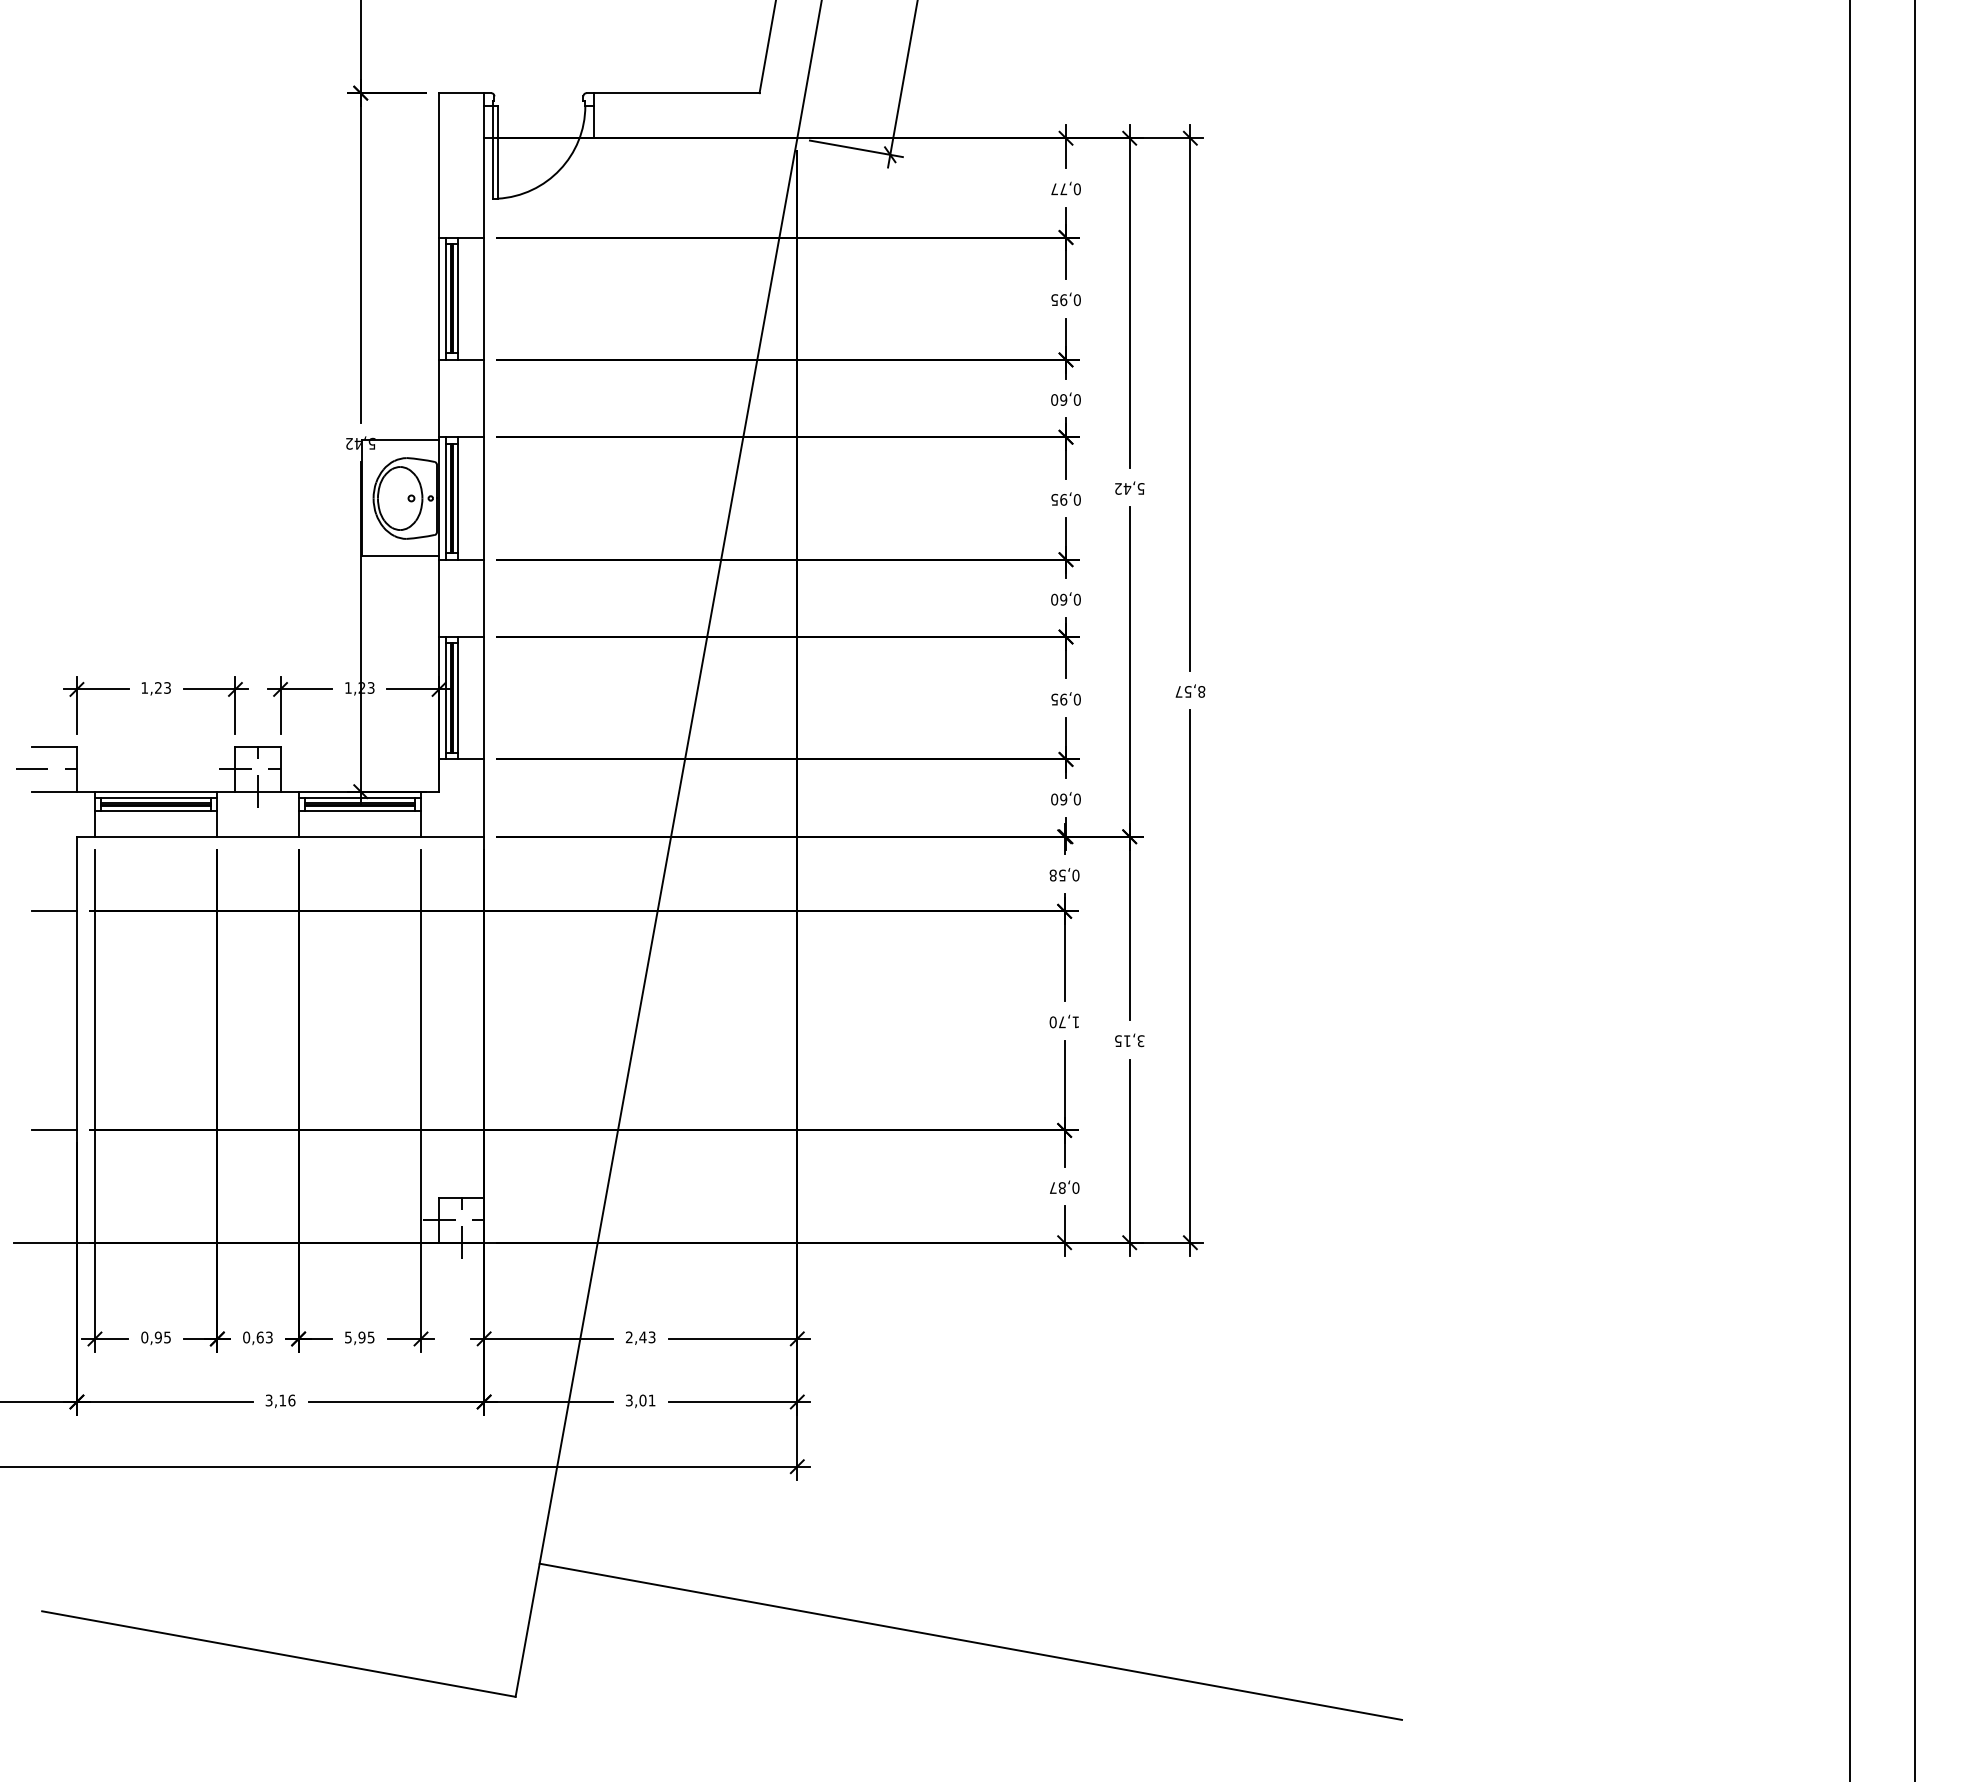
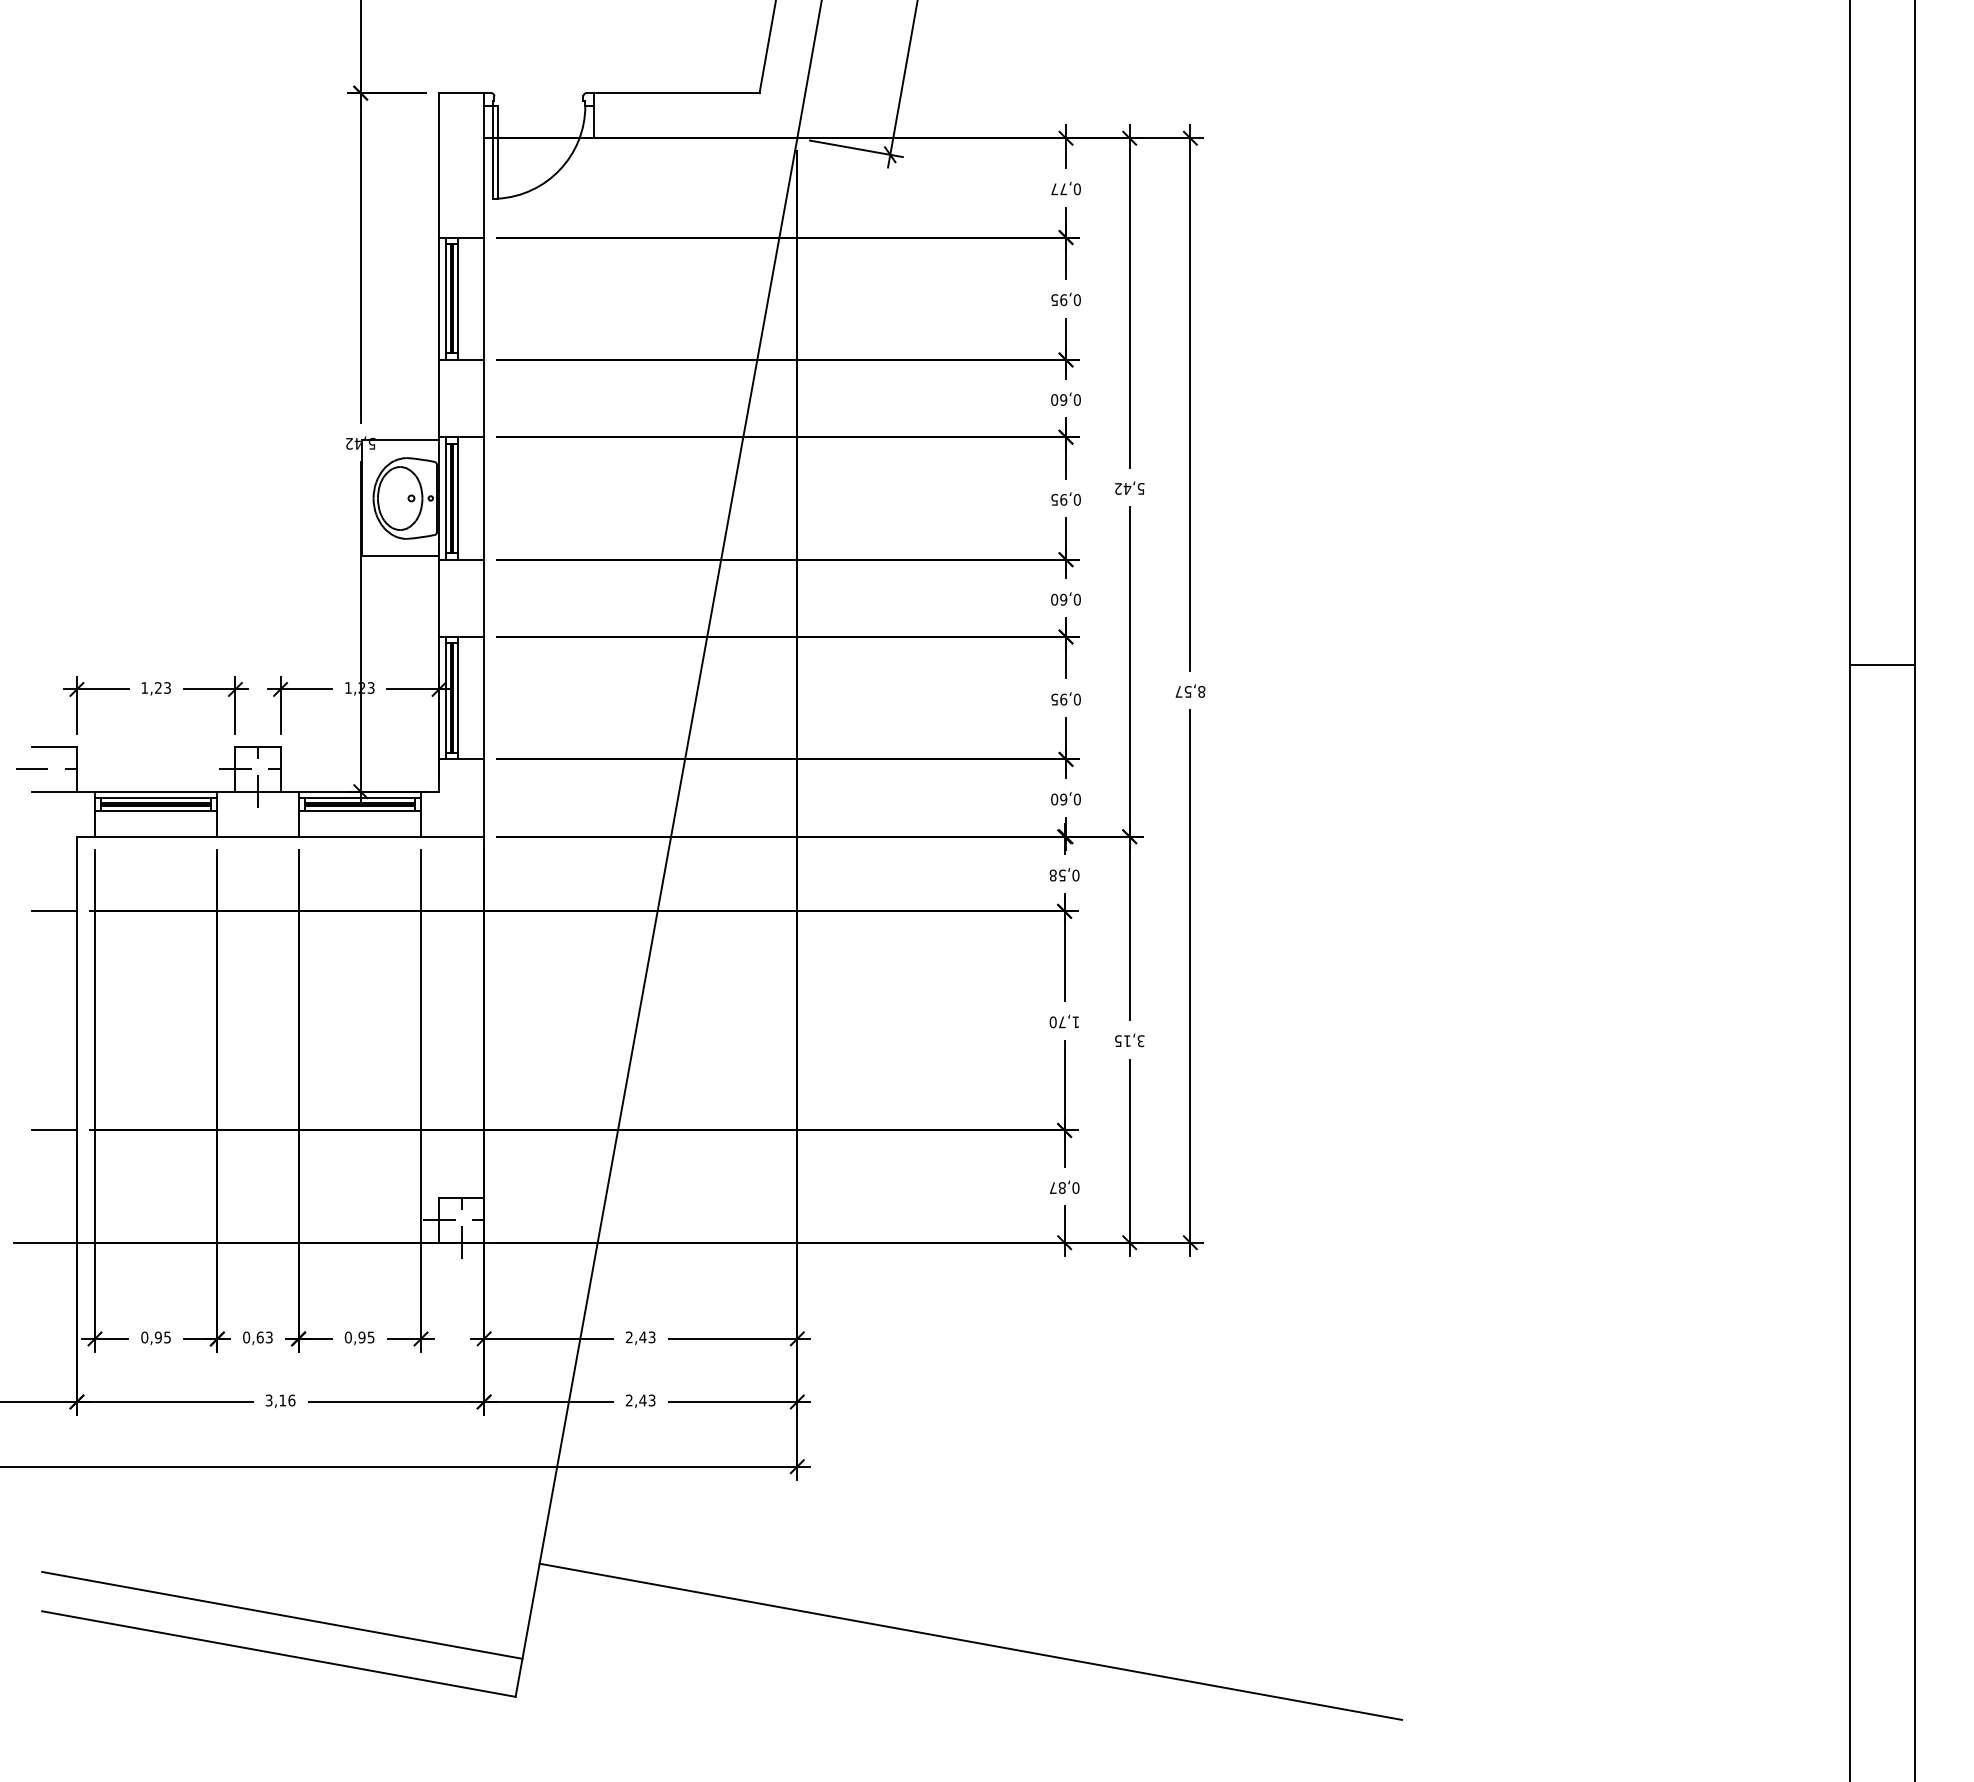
line at (1882, 664): none -> present
text at (347, 1337): 5,95 -> 0,95
text at (640, 1400): 3,01 -> 2,43
line at (282, 1614): none -> present
